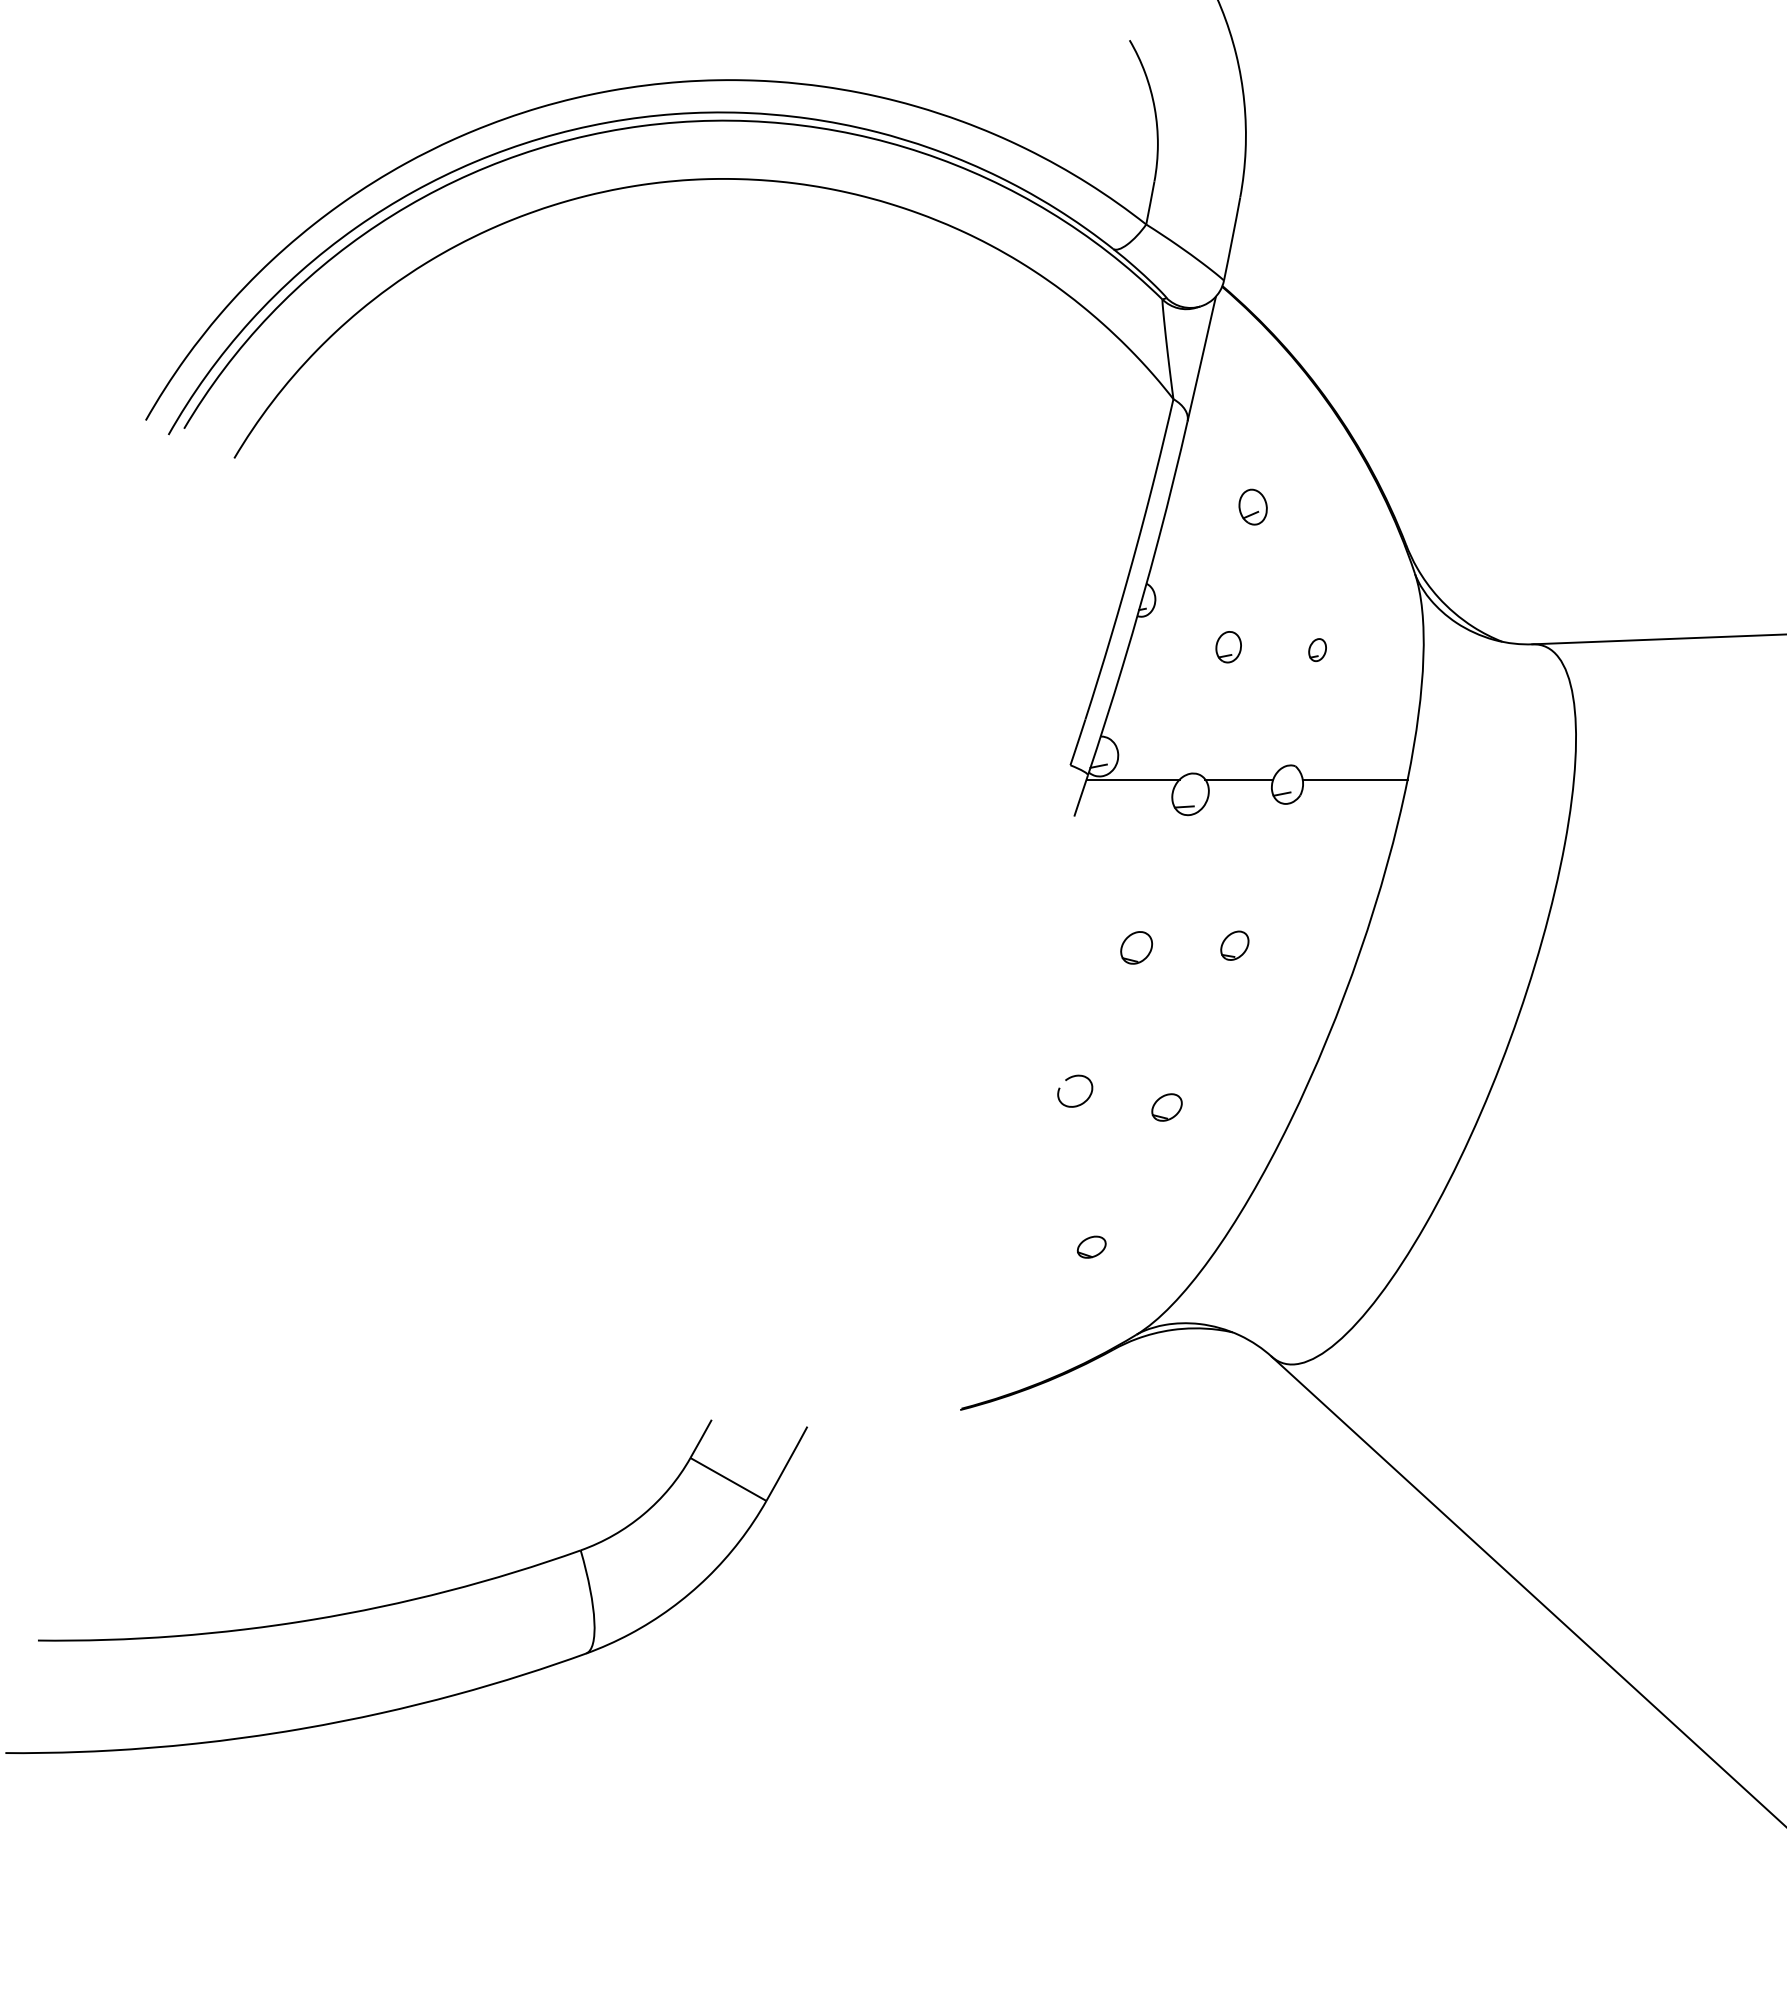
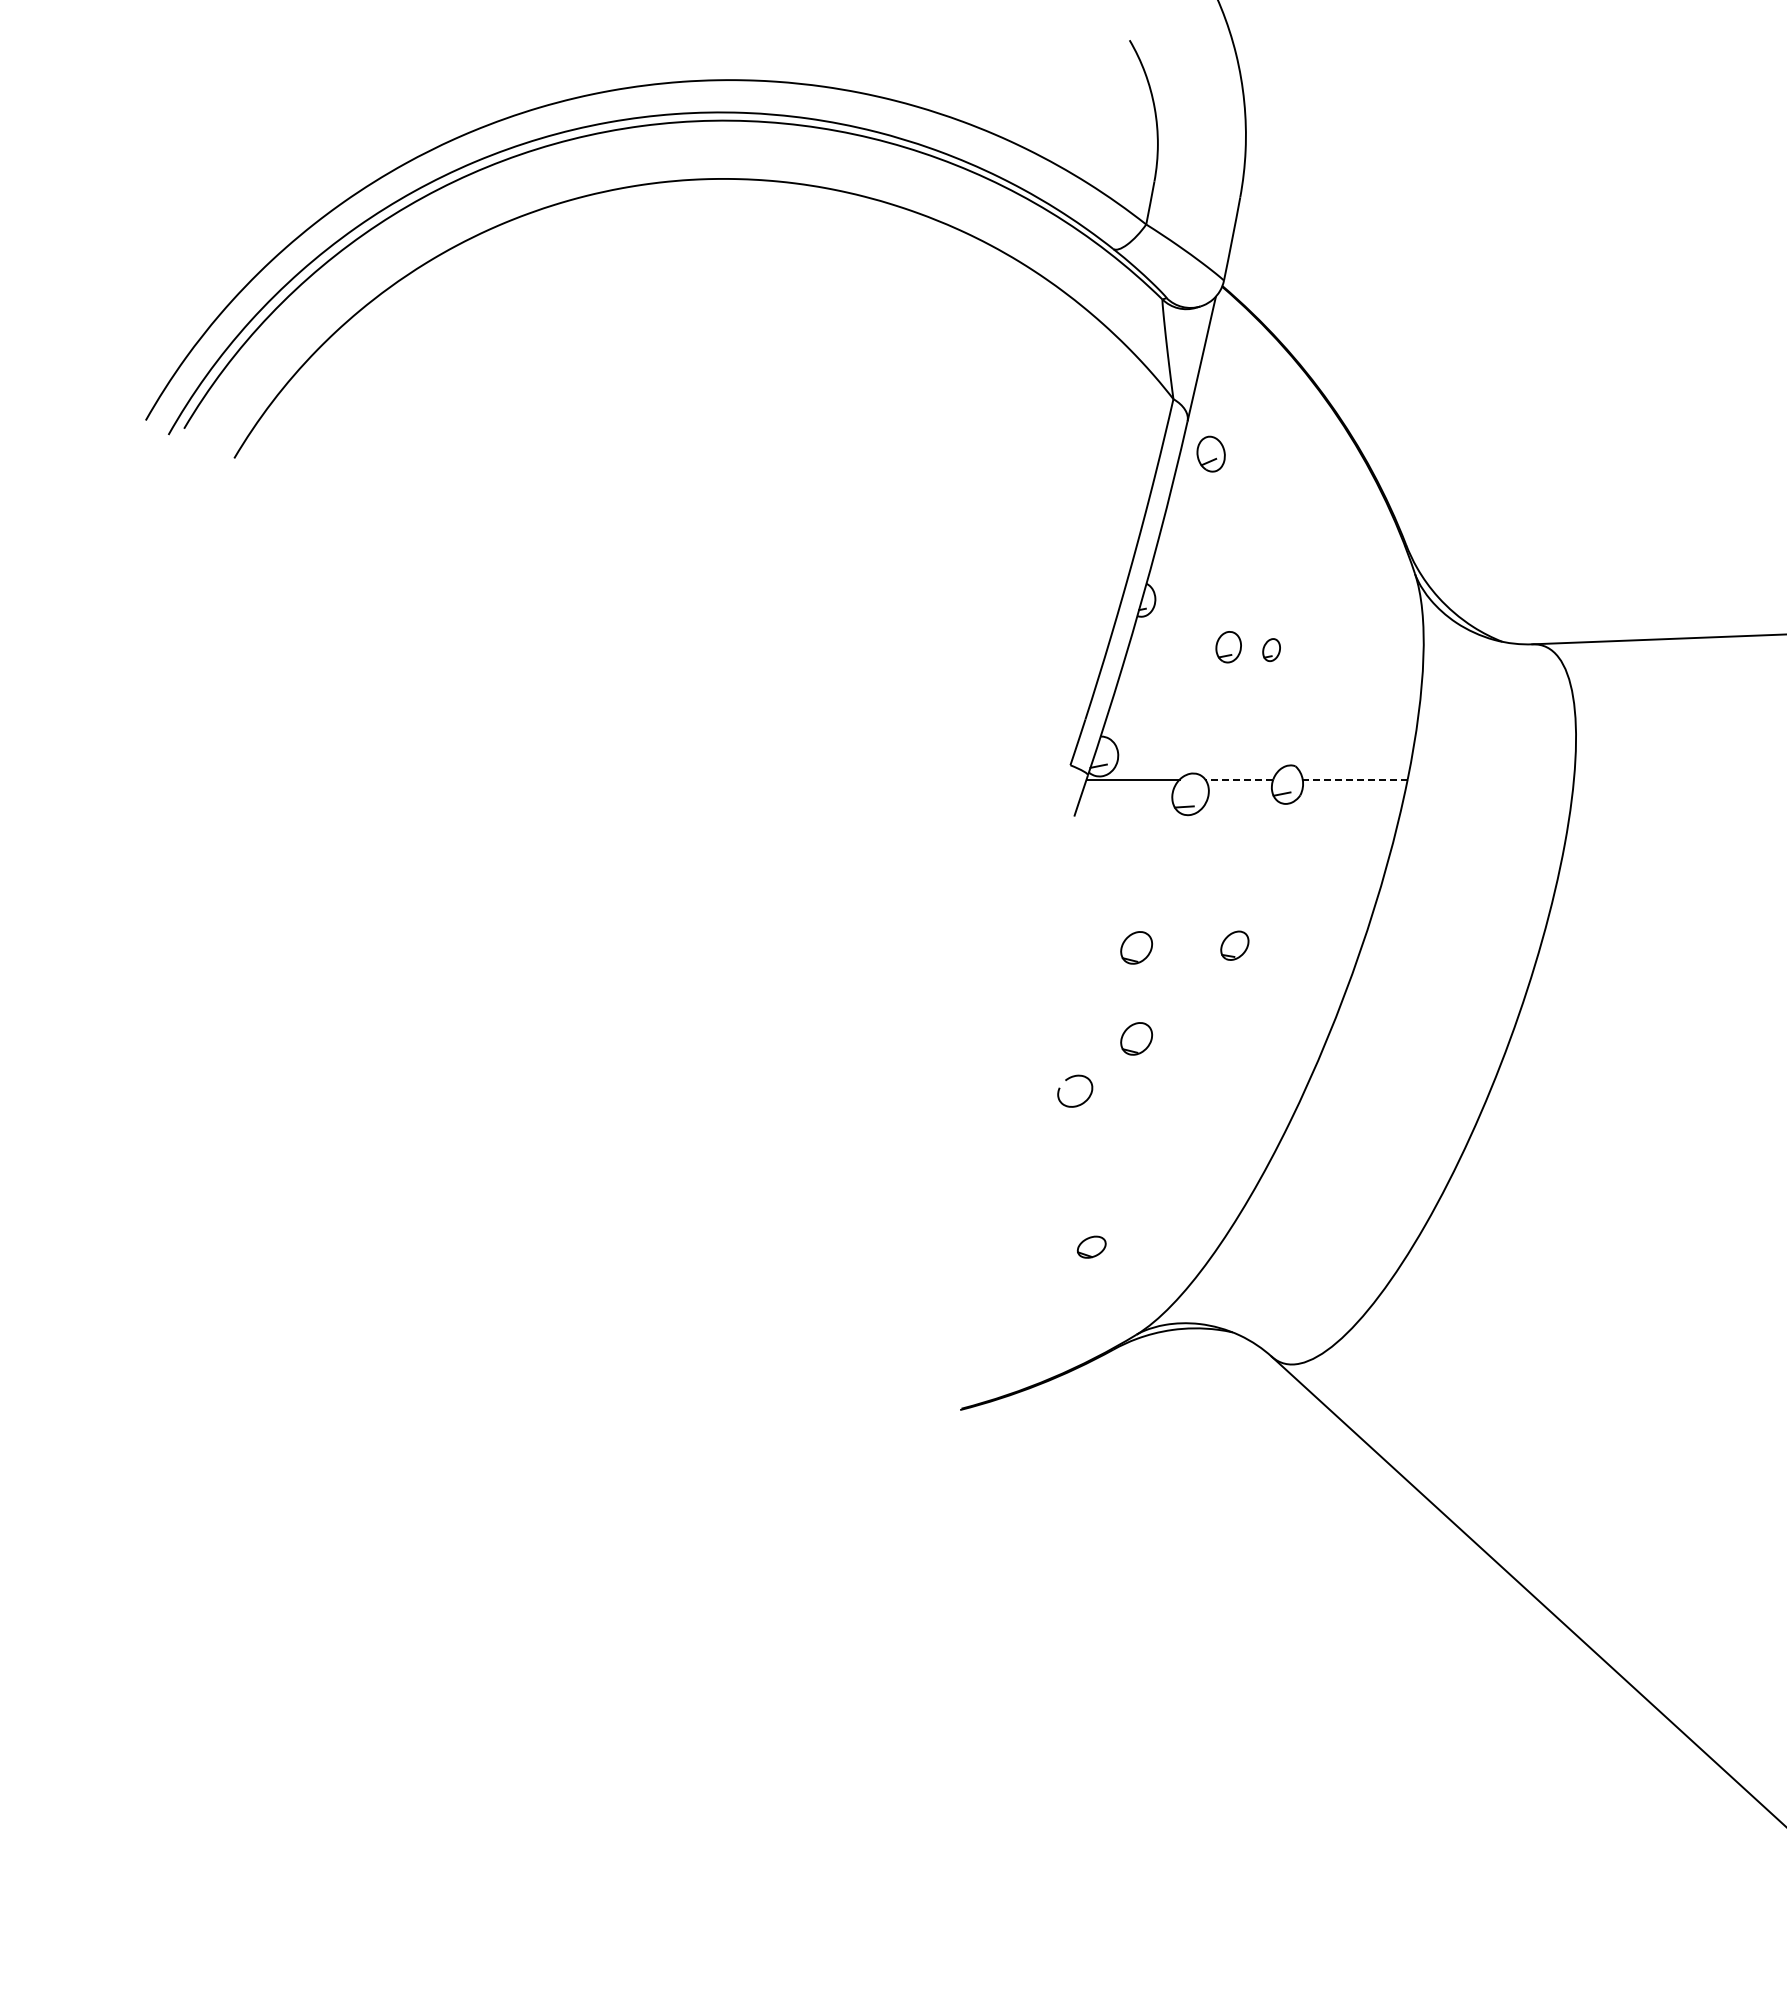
part at (1252, 506) position: (1252, 506) -> (1210, 453)
part at (1317, 649) position: (1317, 649) -> (1271, 649)
line at (1239, 779): solid -> dashed
line at (1354, 779): solid -> dashed
part at (1136, 1038): none -> present
part at (1166, 1107): present -> none
part at (408, 1599): present -> none
